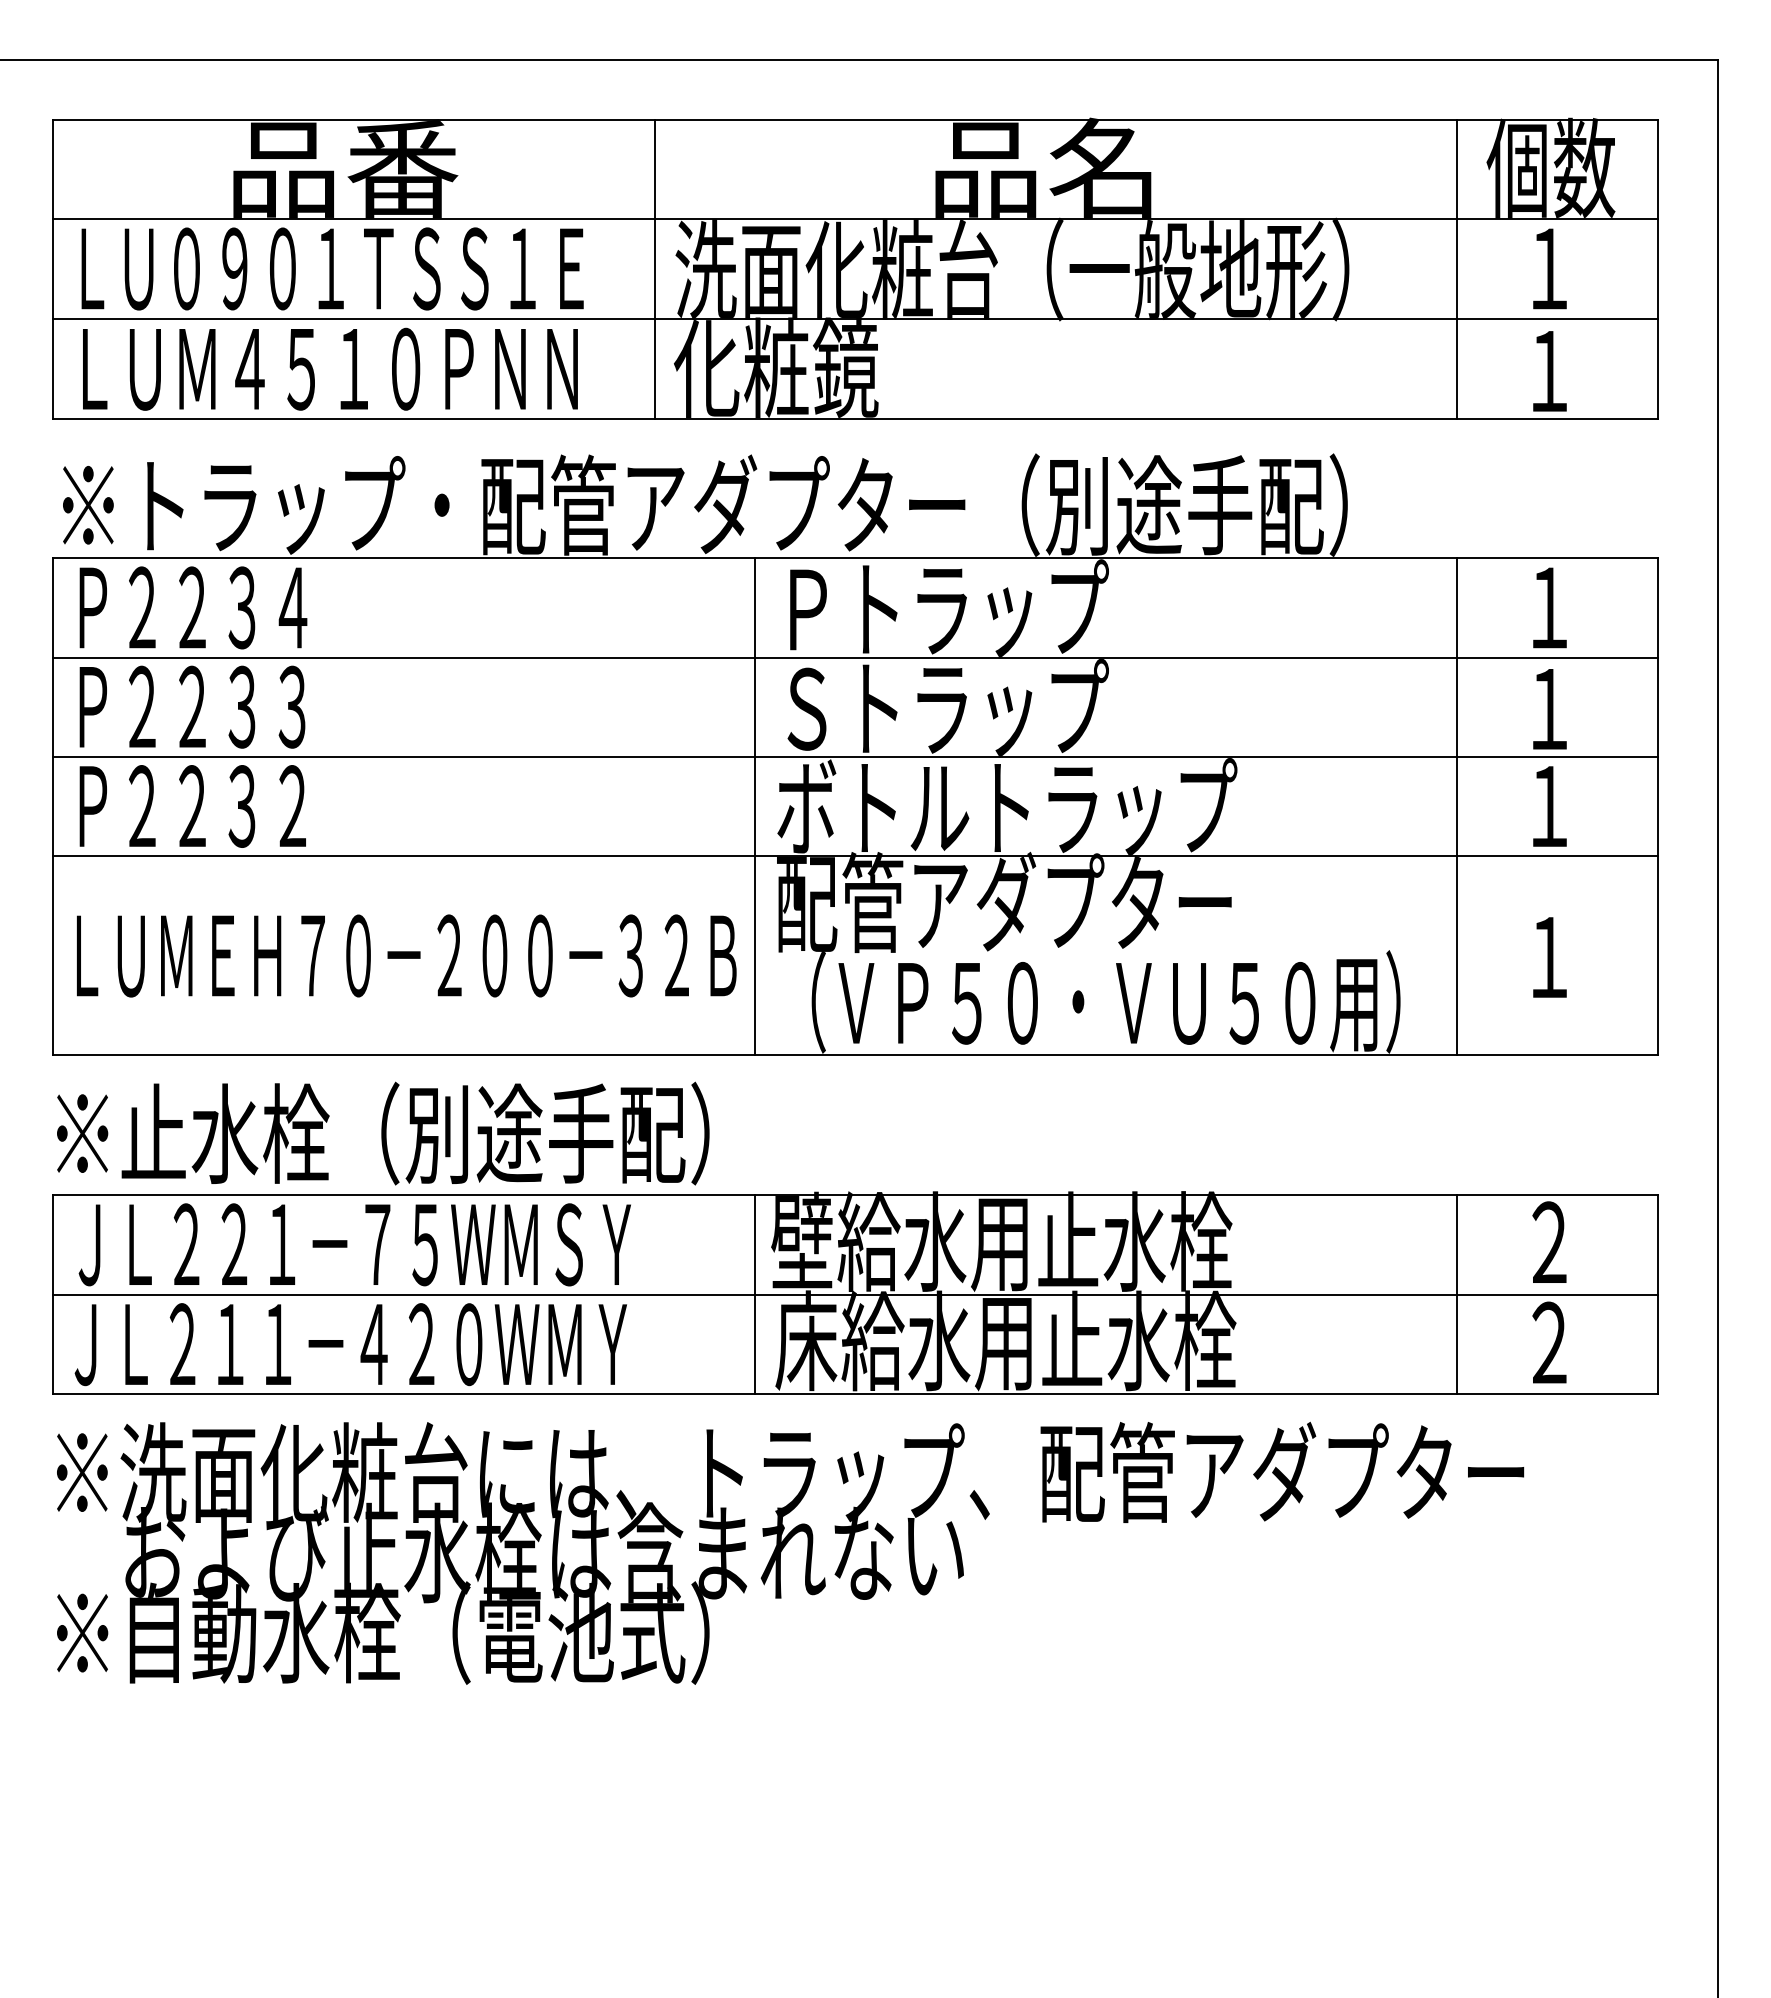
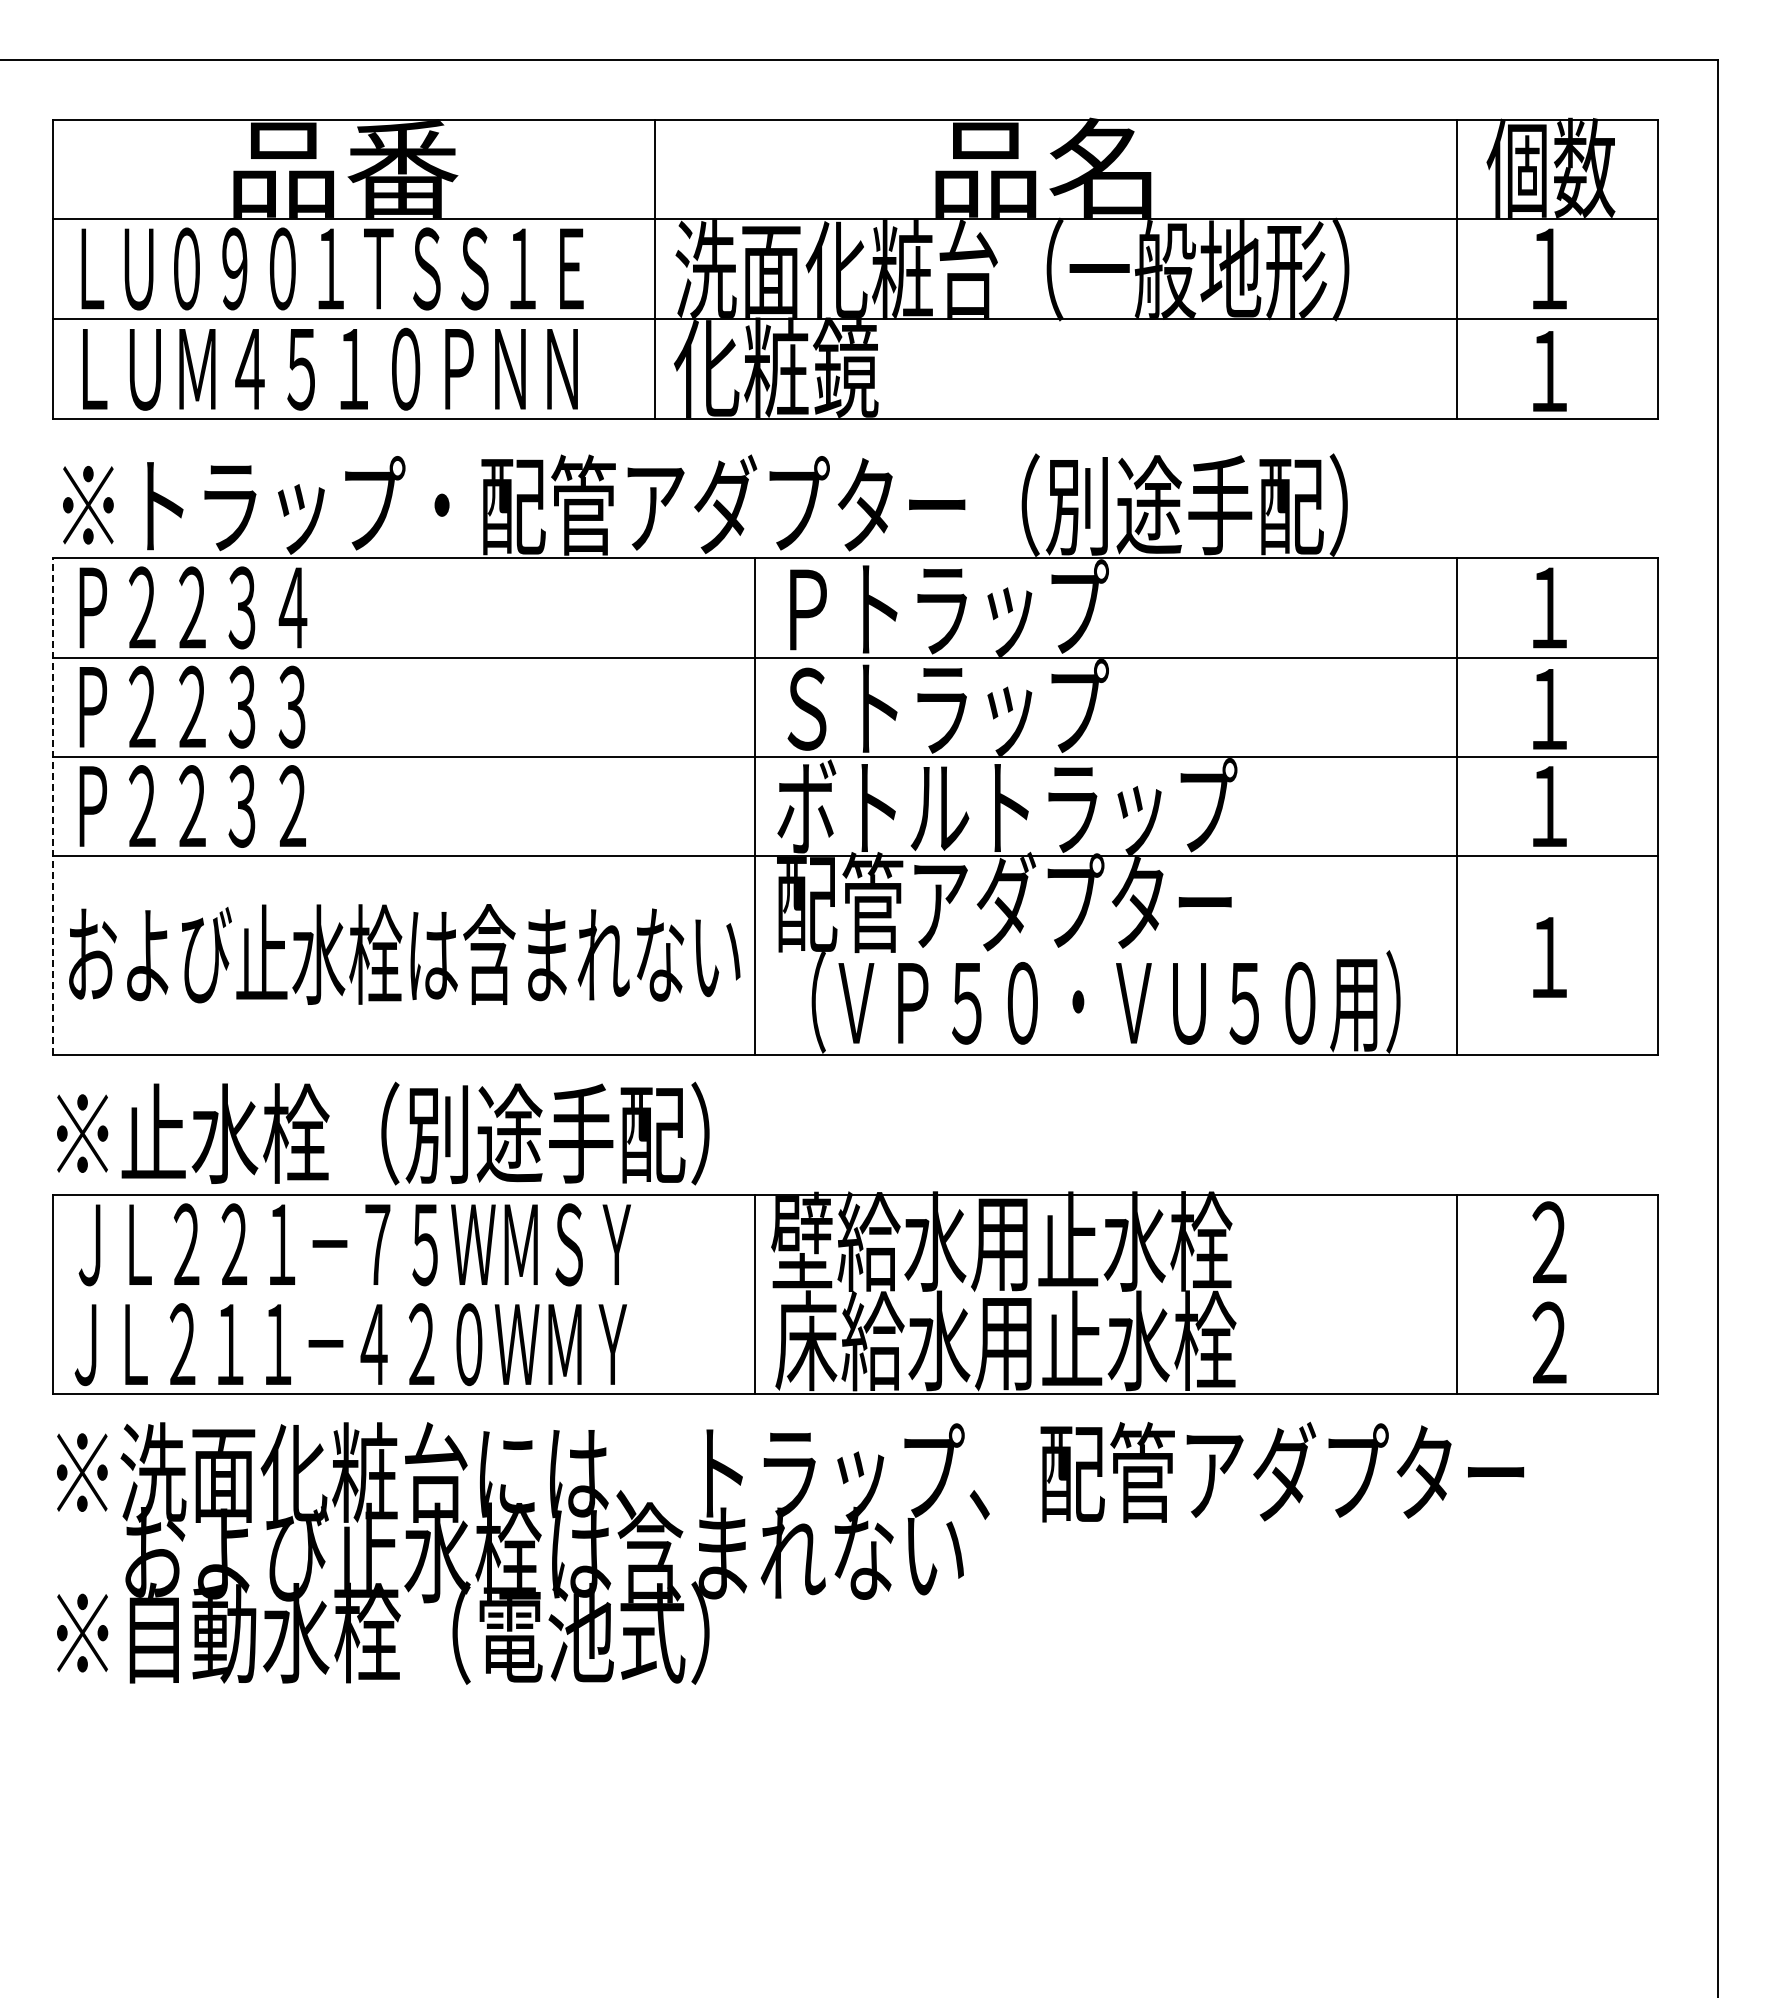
line at (53, 806): solid -> dashed
text at (404, 954): ＬＵＭＥＨ７０－２００－３２Ｂ -> および止水栓は含まれない
line at (855, 1294): present -> none
